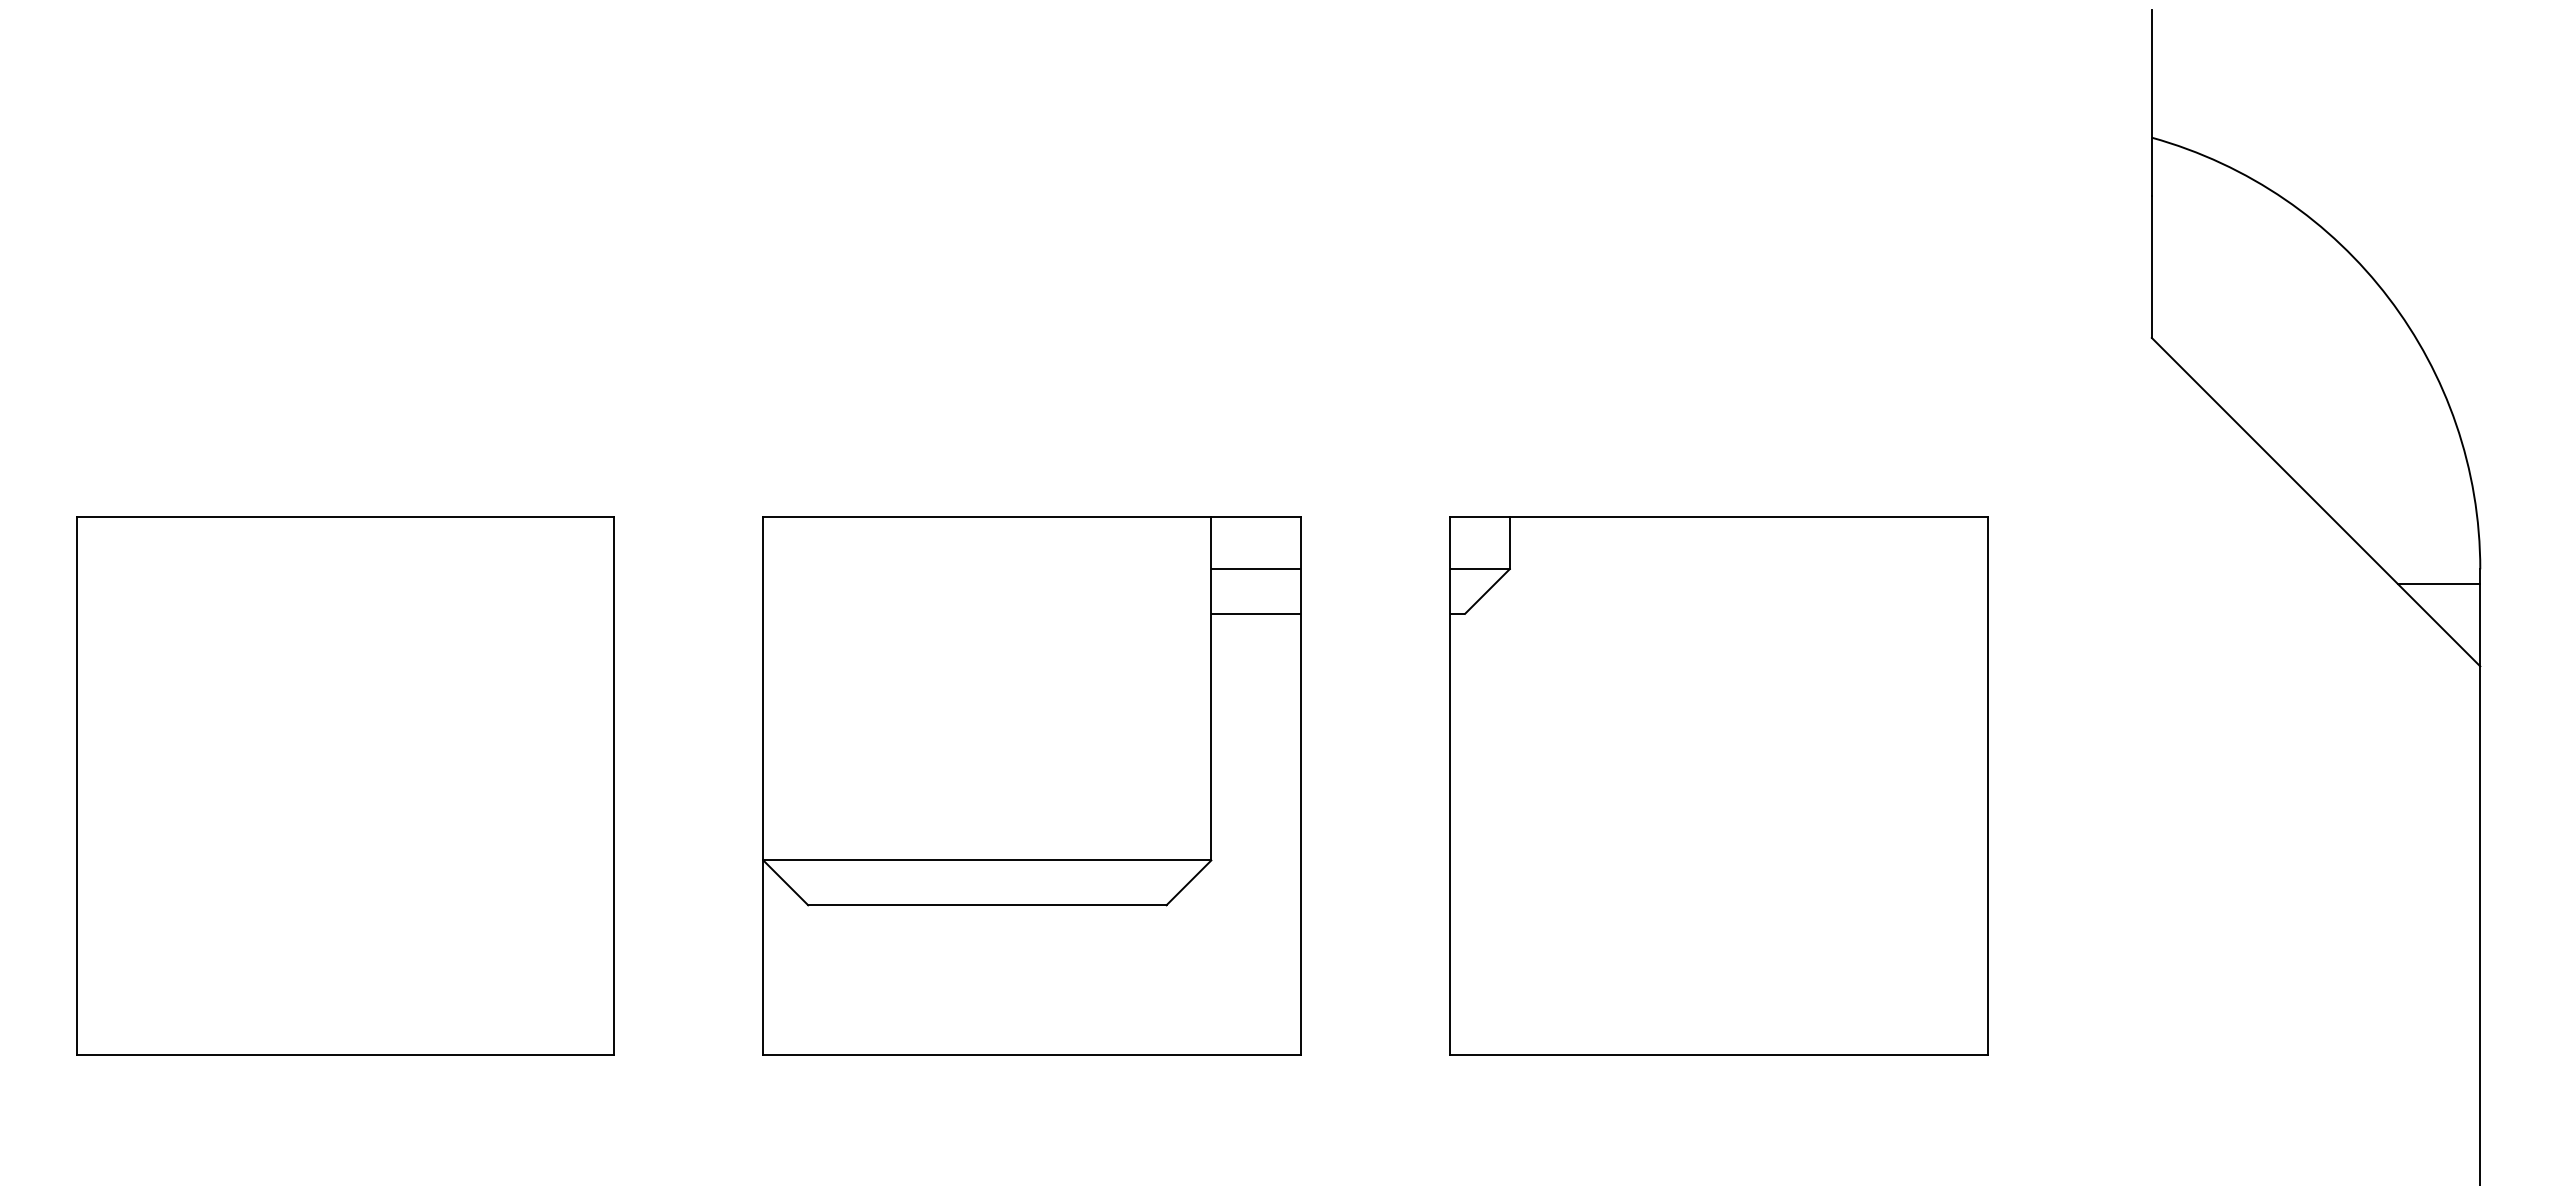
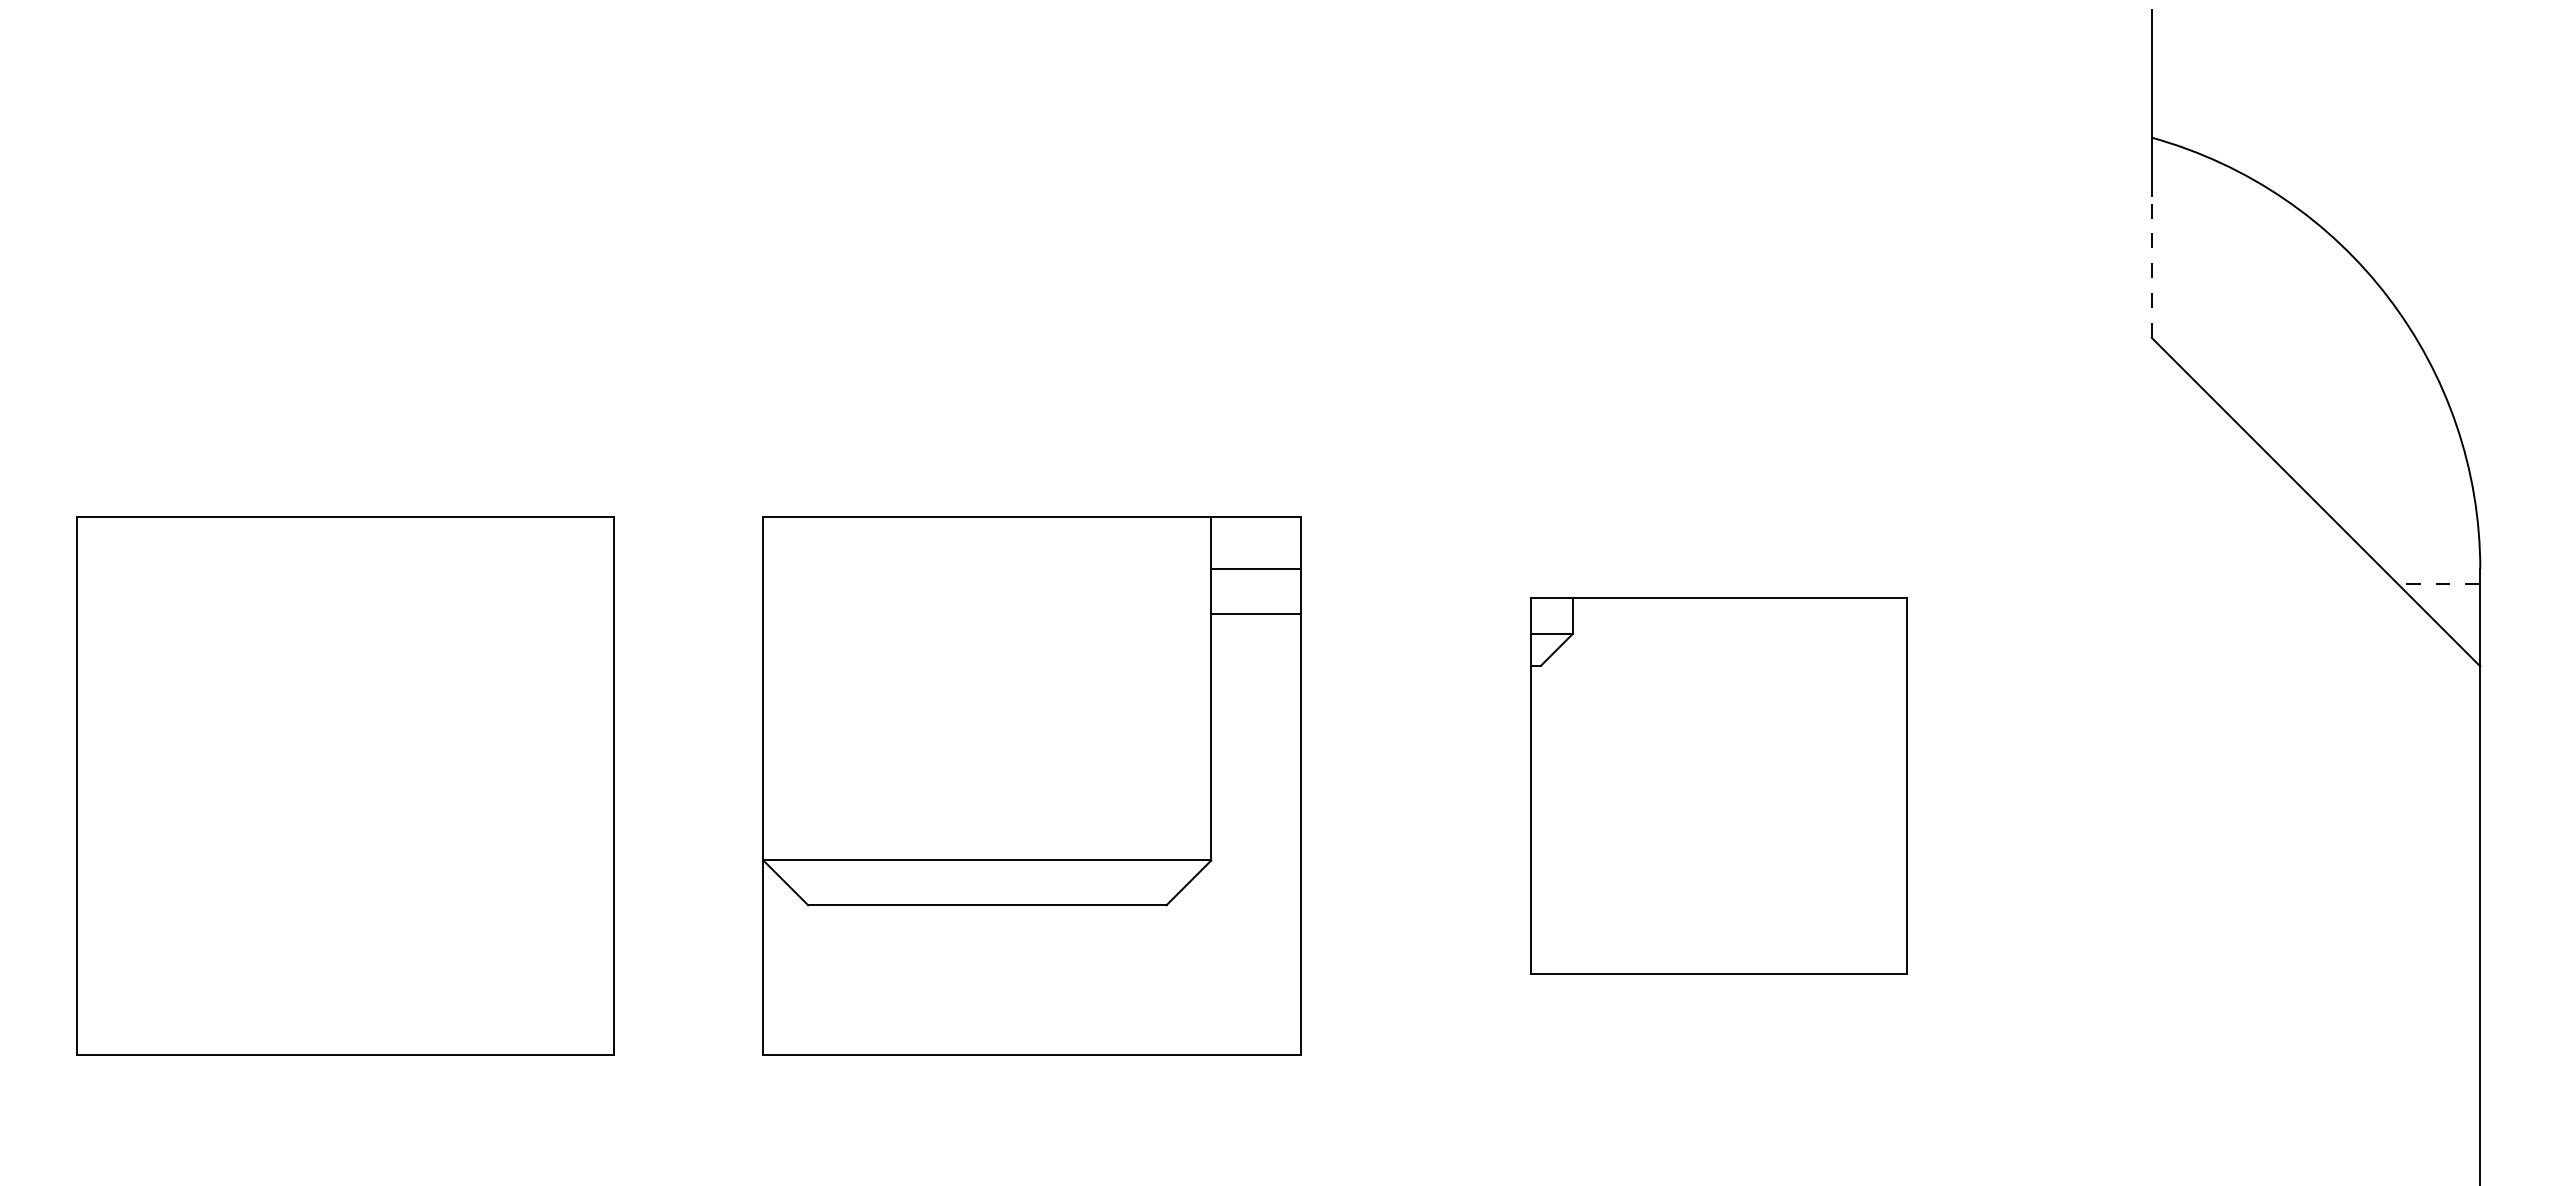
line at (2151, 267): solid -> dashed
line at (2438, 584): solid -> dashed
part at (1718, 785) size: 540x540 px -> 378x378 px
